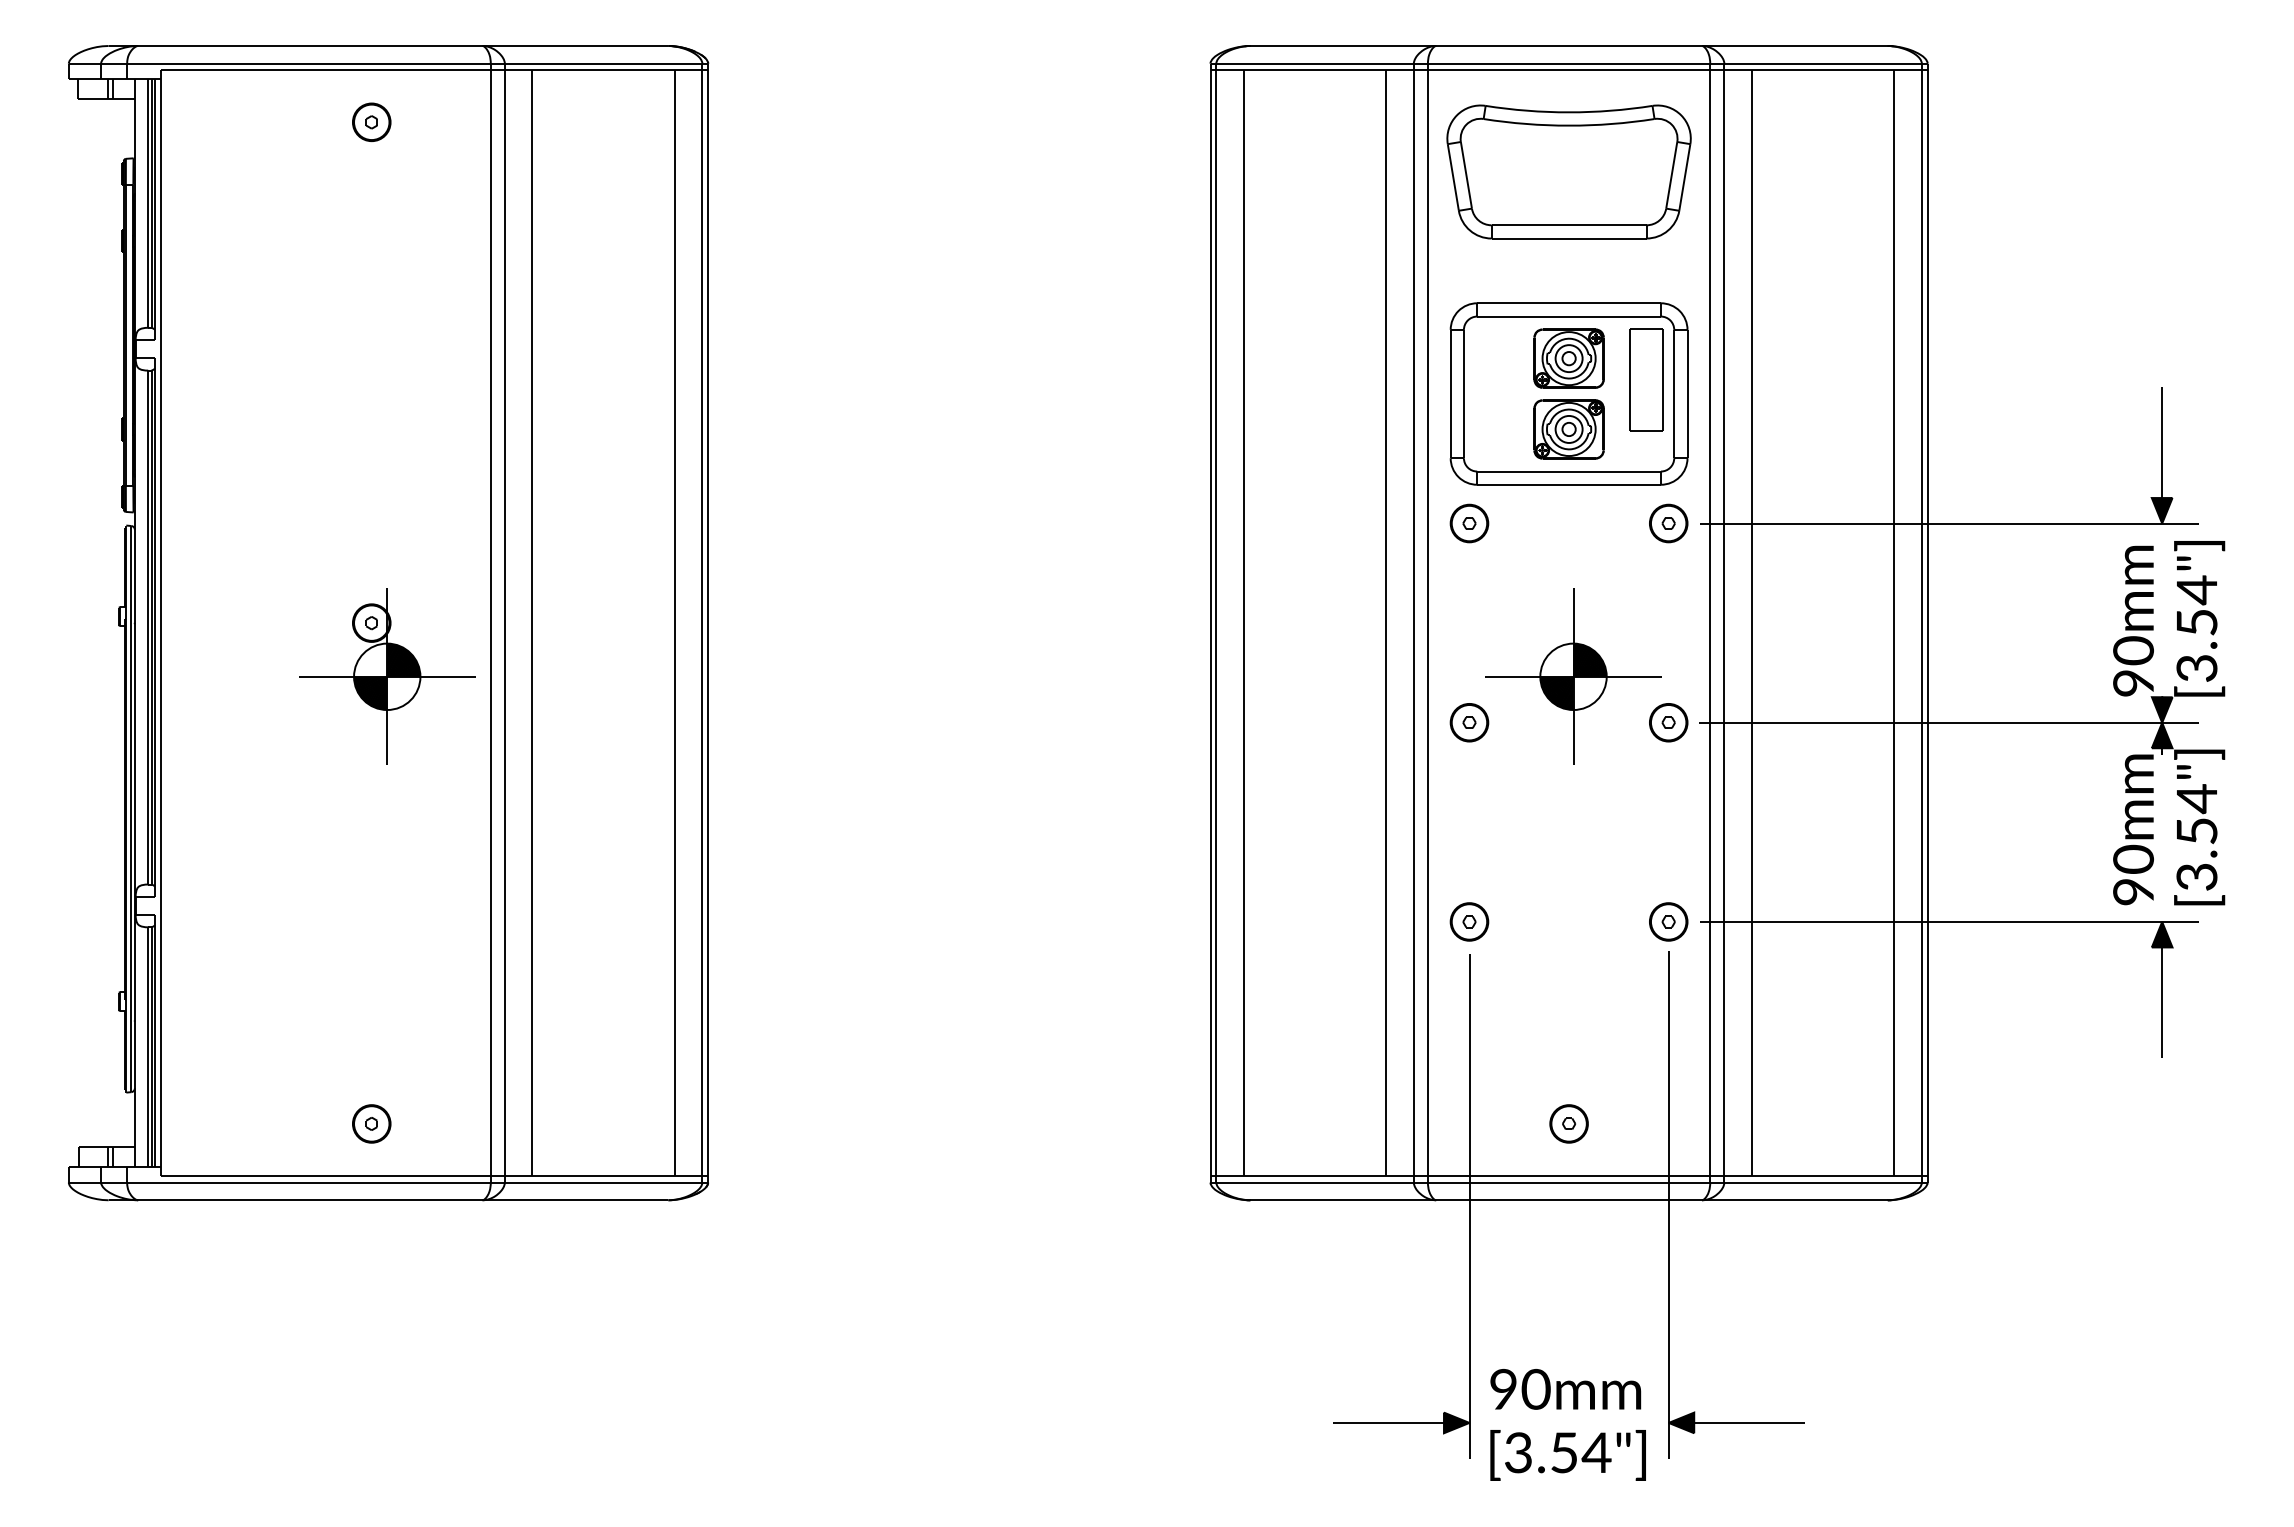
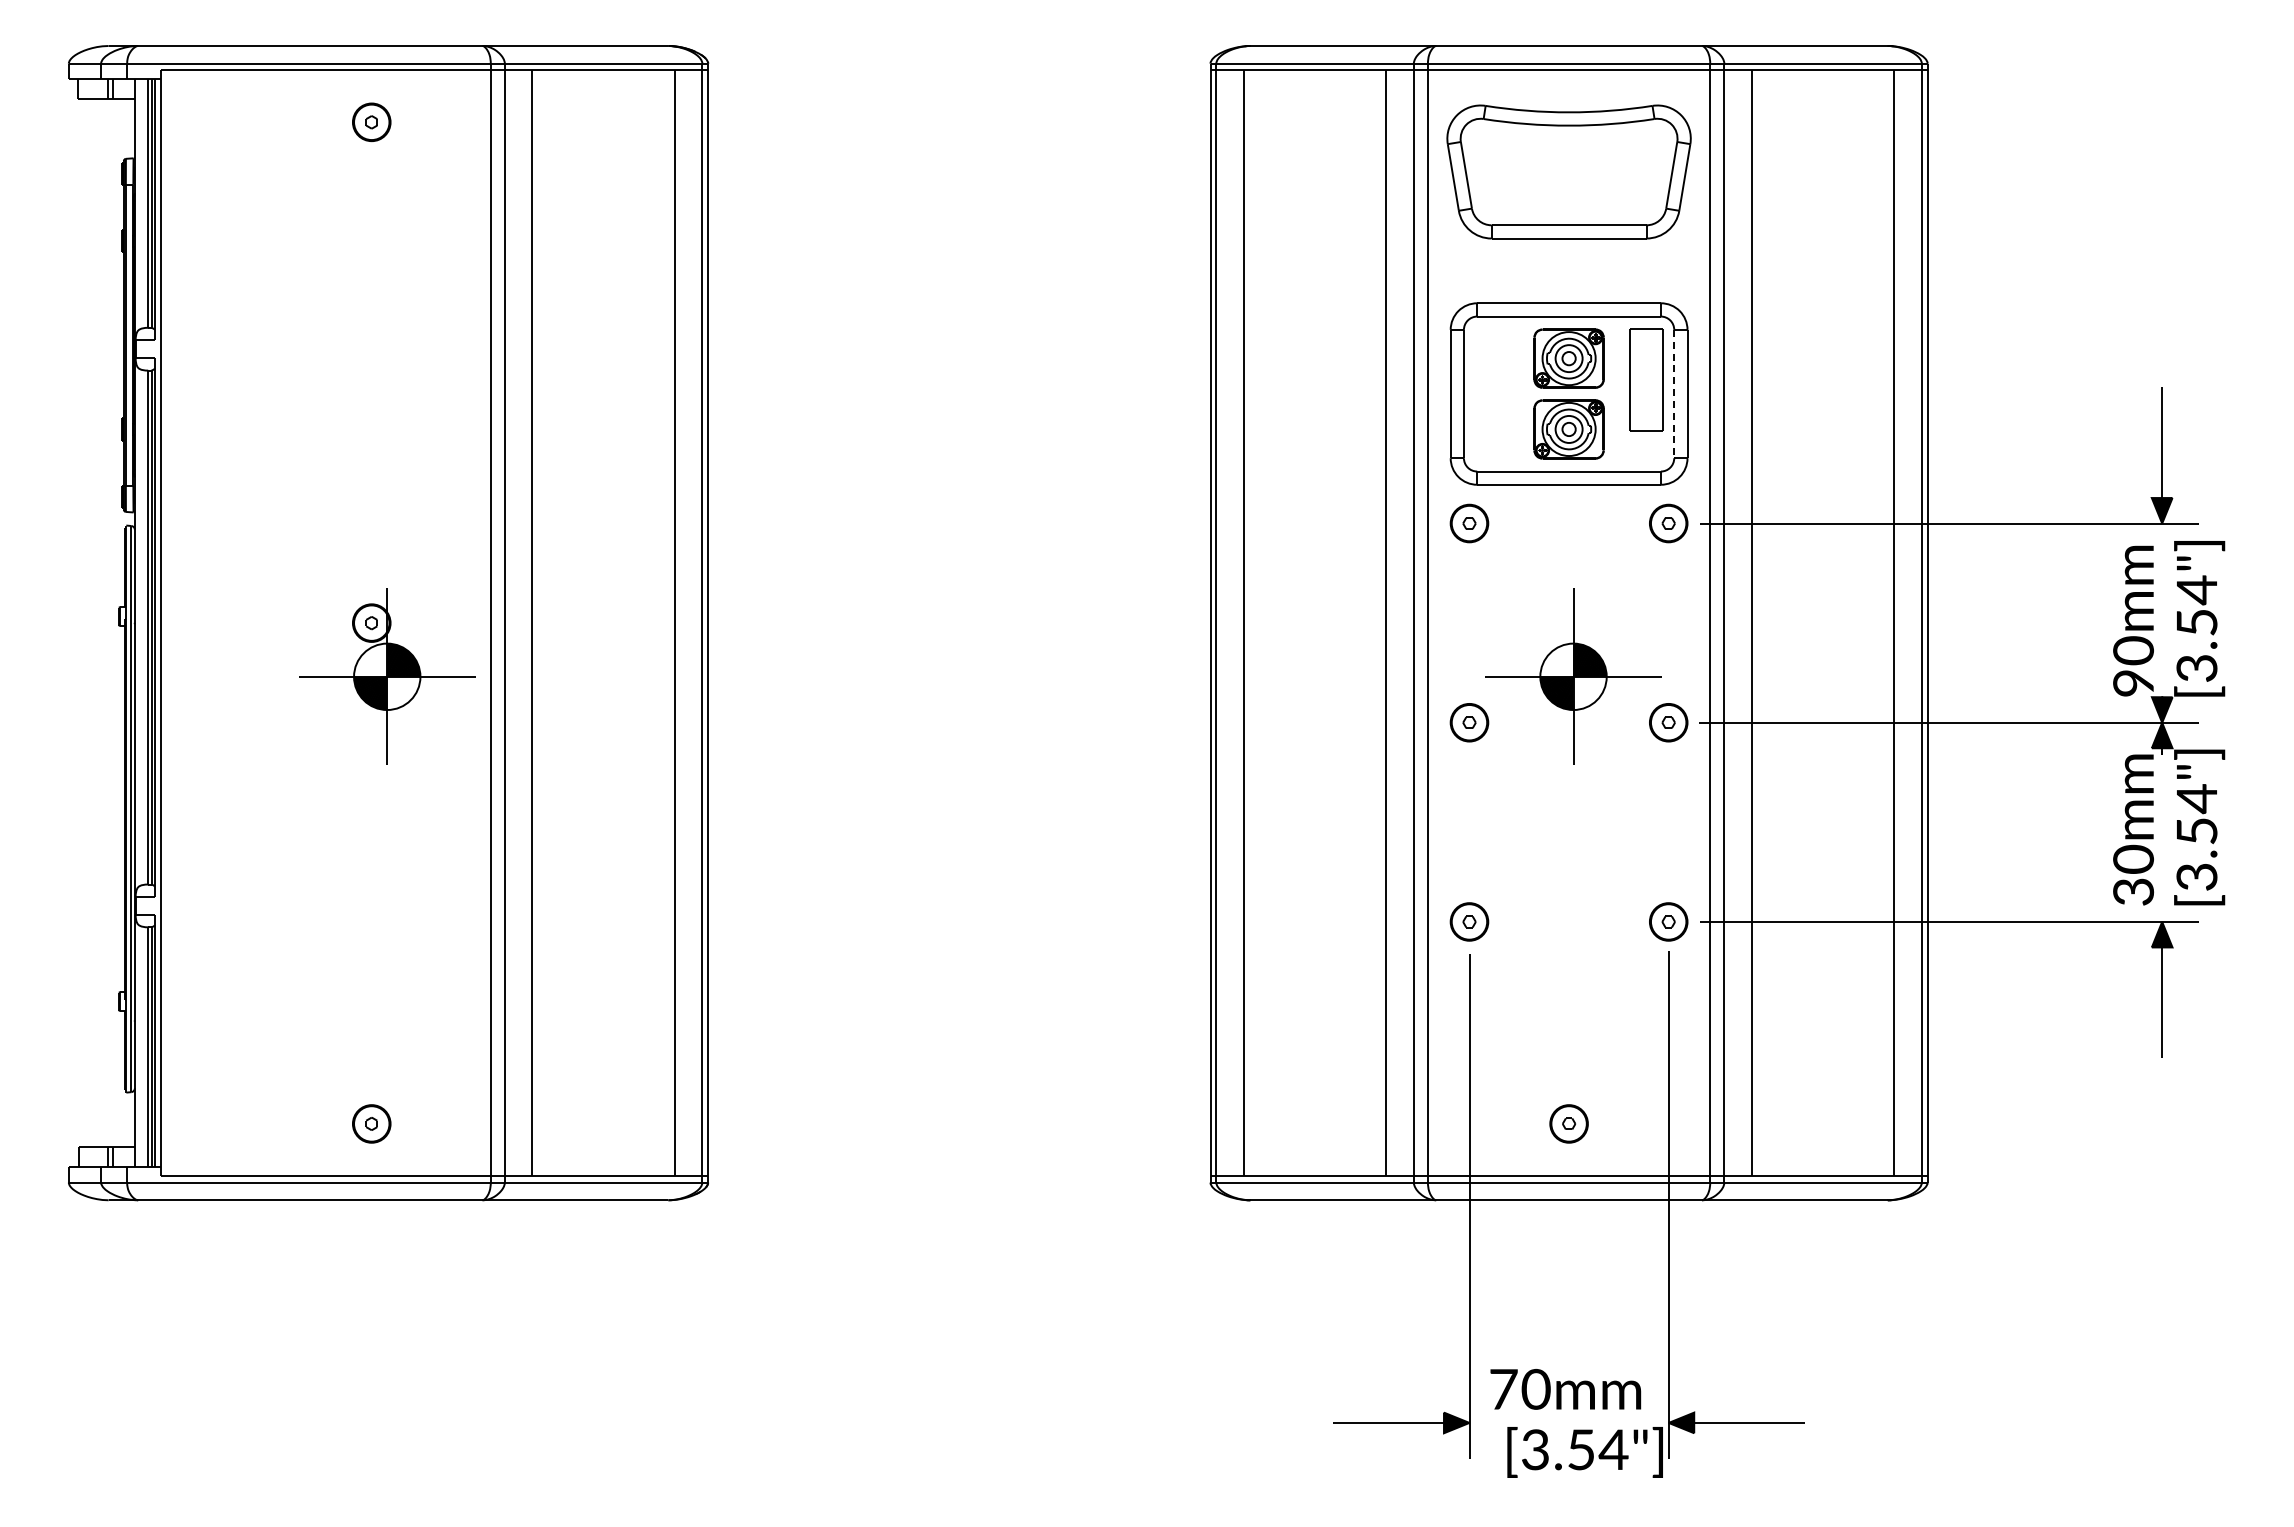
line at (1674, 394): solid -> dashed
text at (2133, 891): 90mm -> 30mm
text at (1503, 1388): 90mm -> 70mm
text at (1567, 1455) position: (1567, 1455) -> (1584, 1452)
